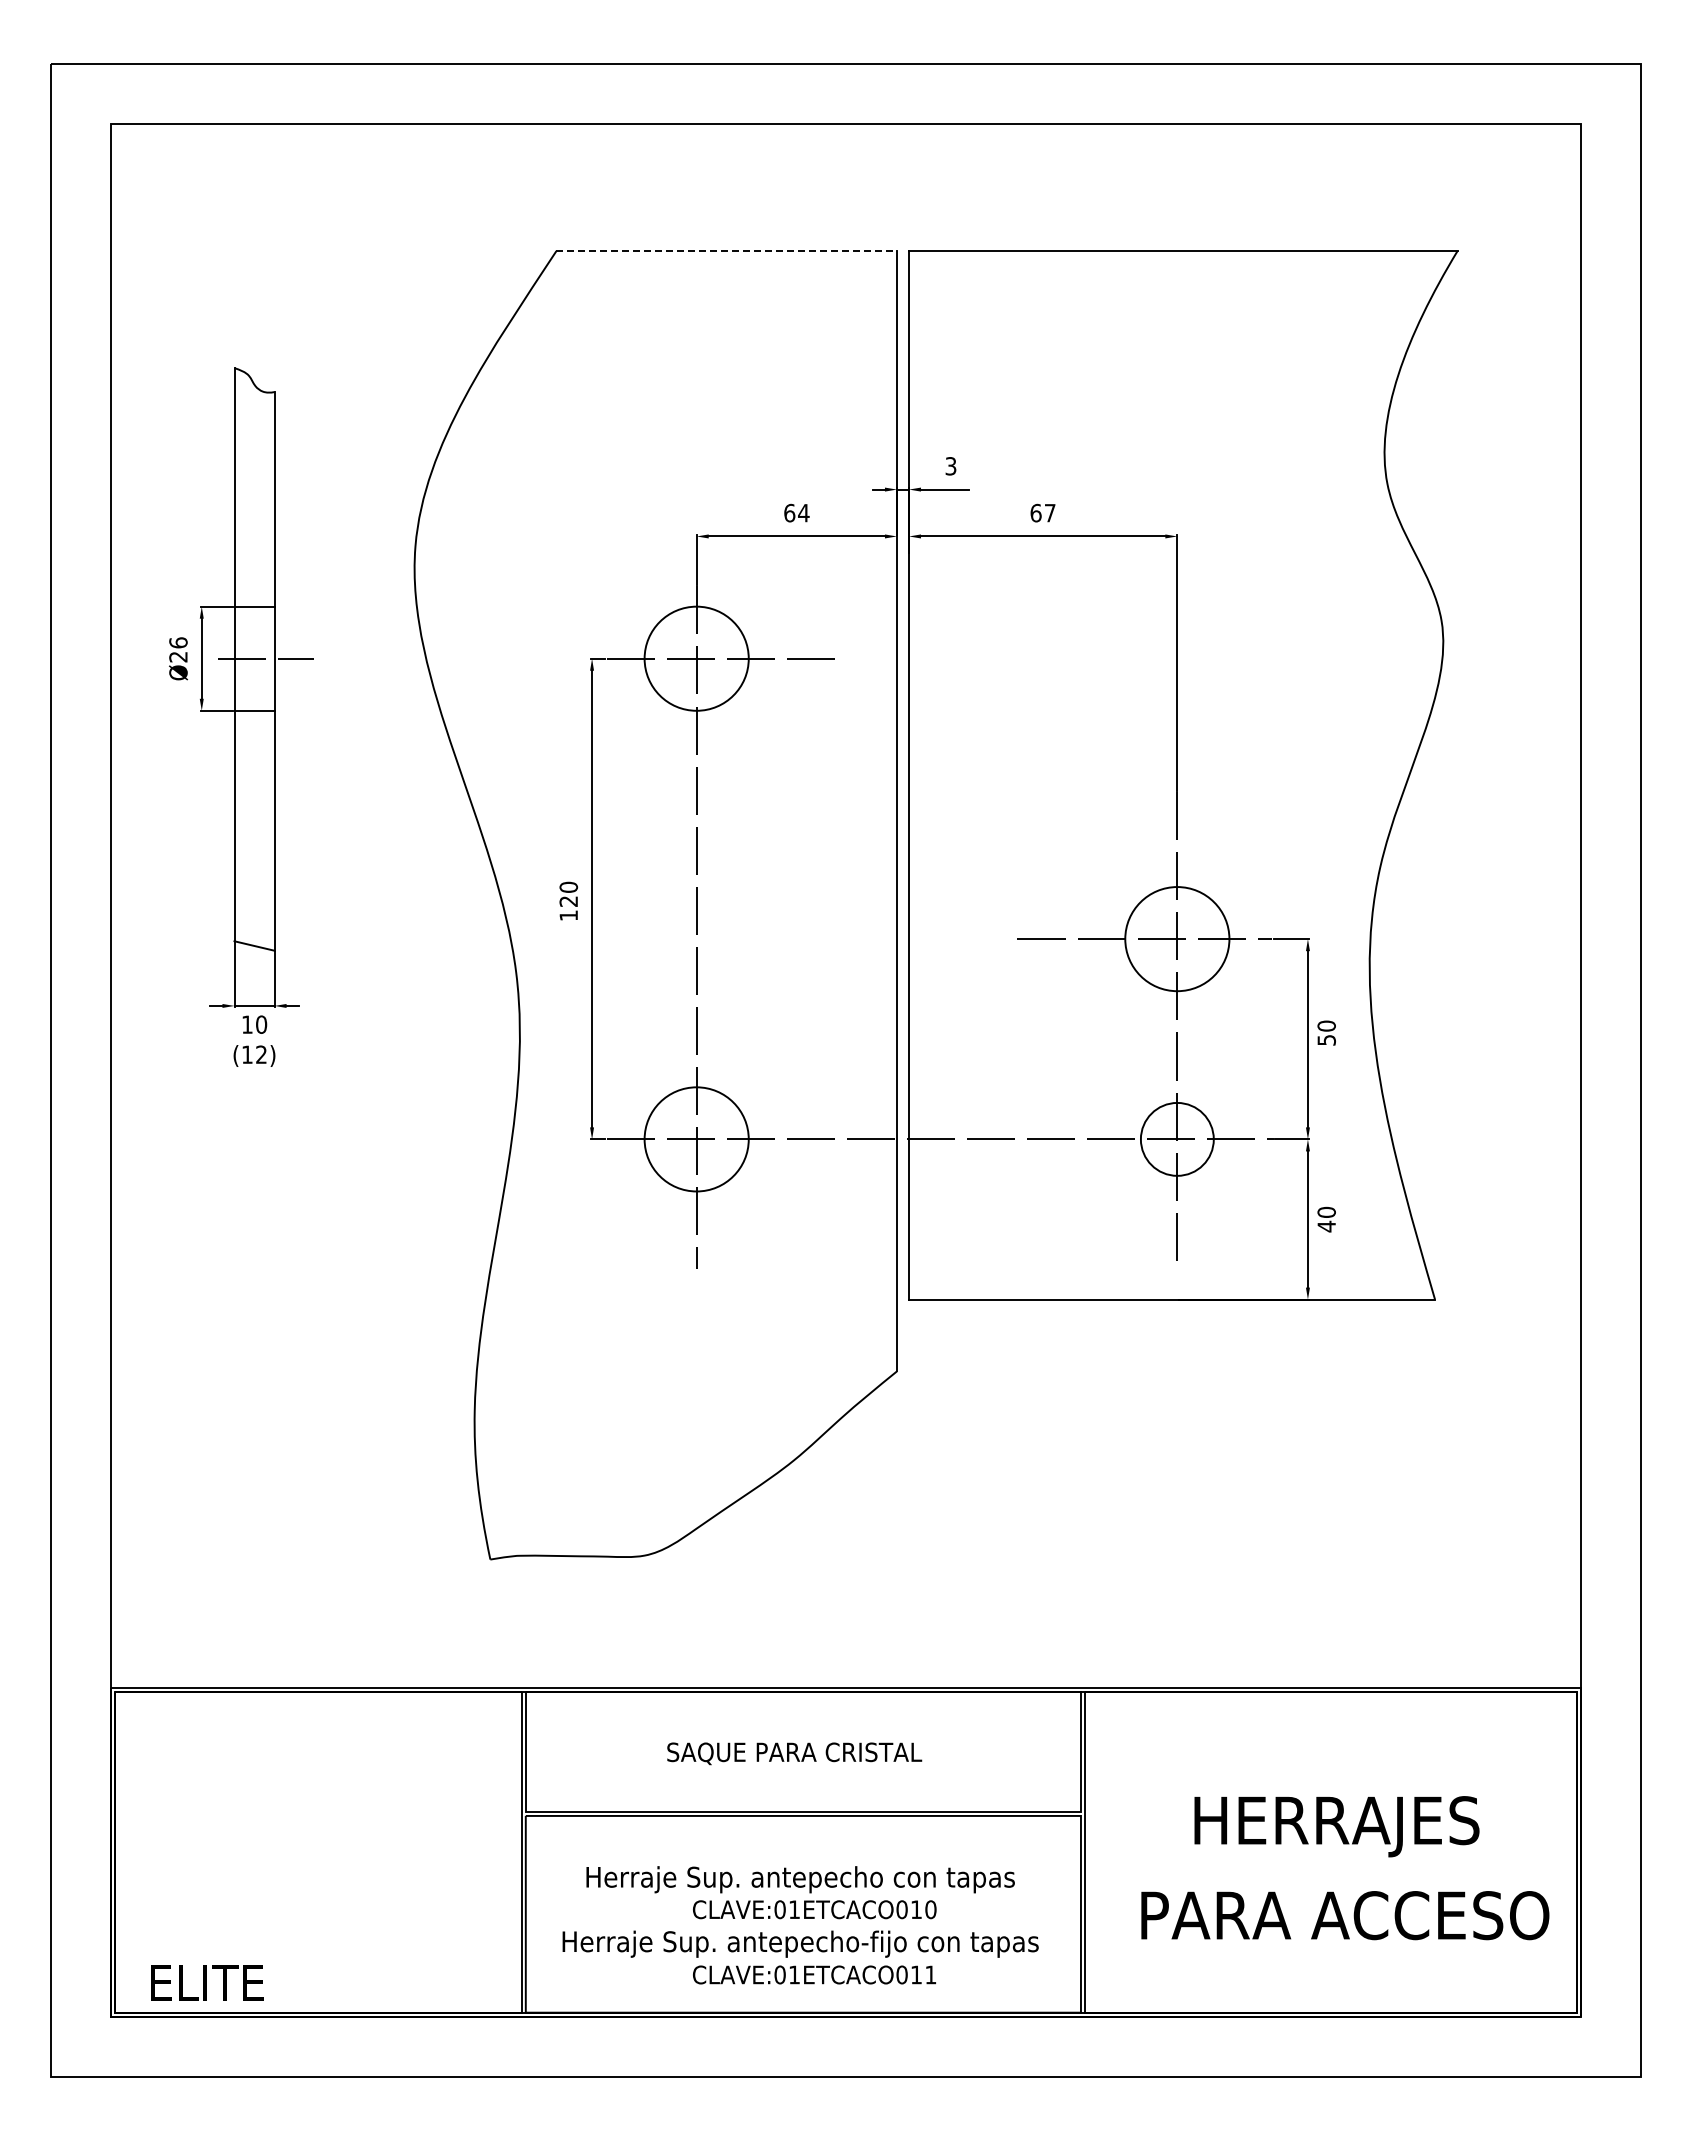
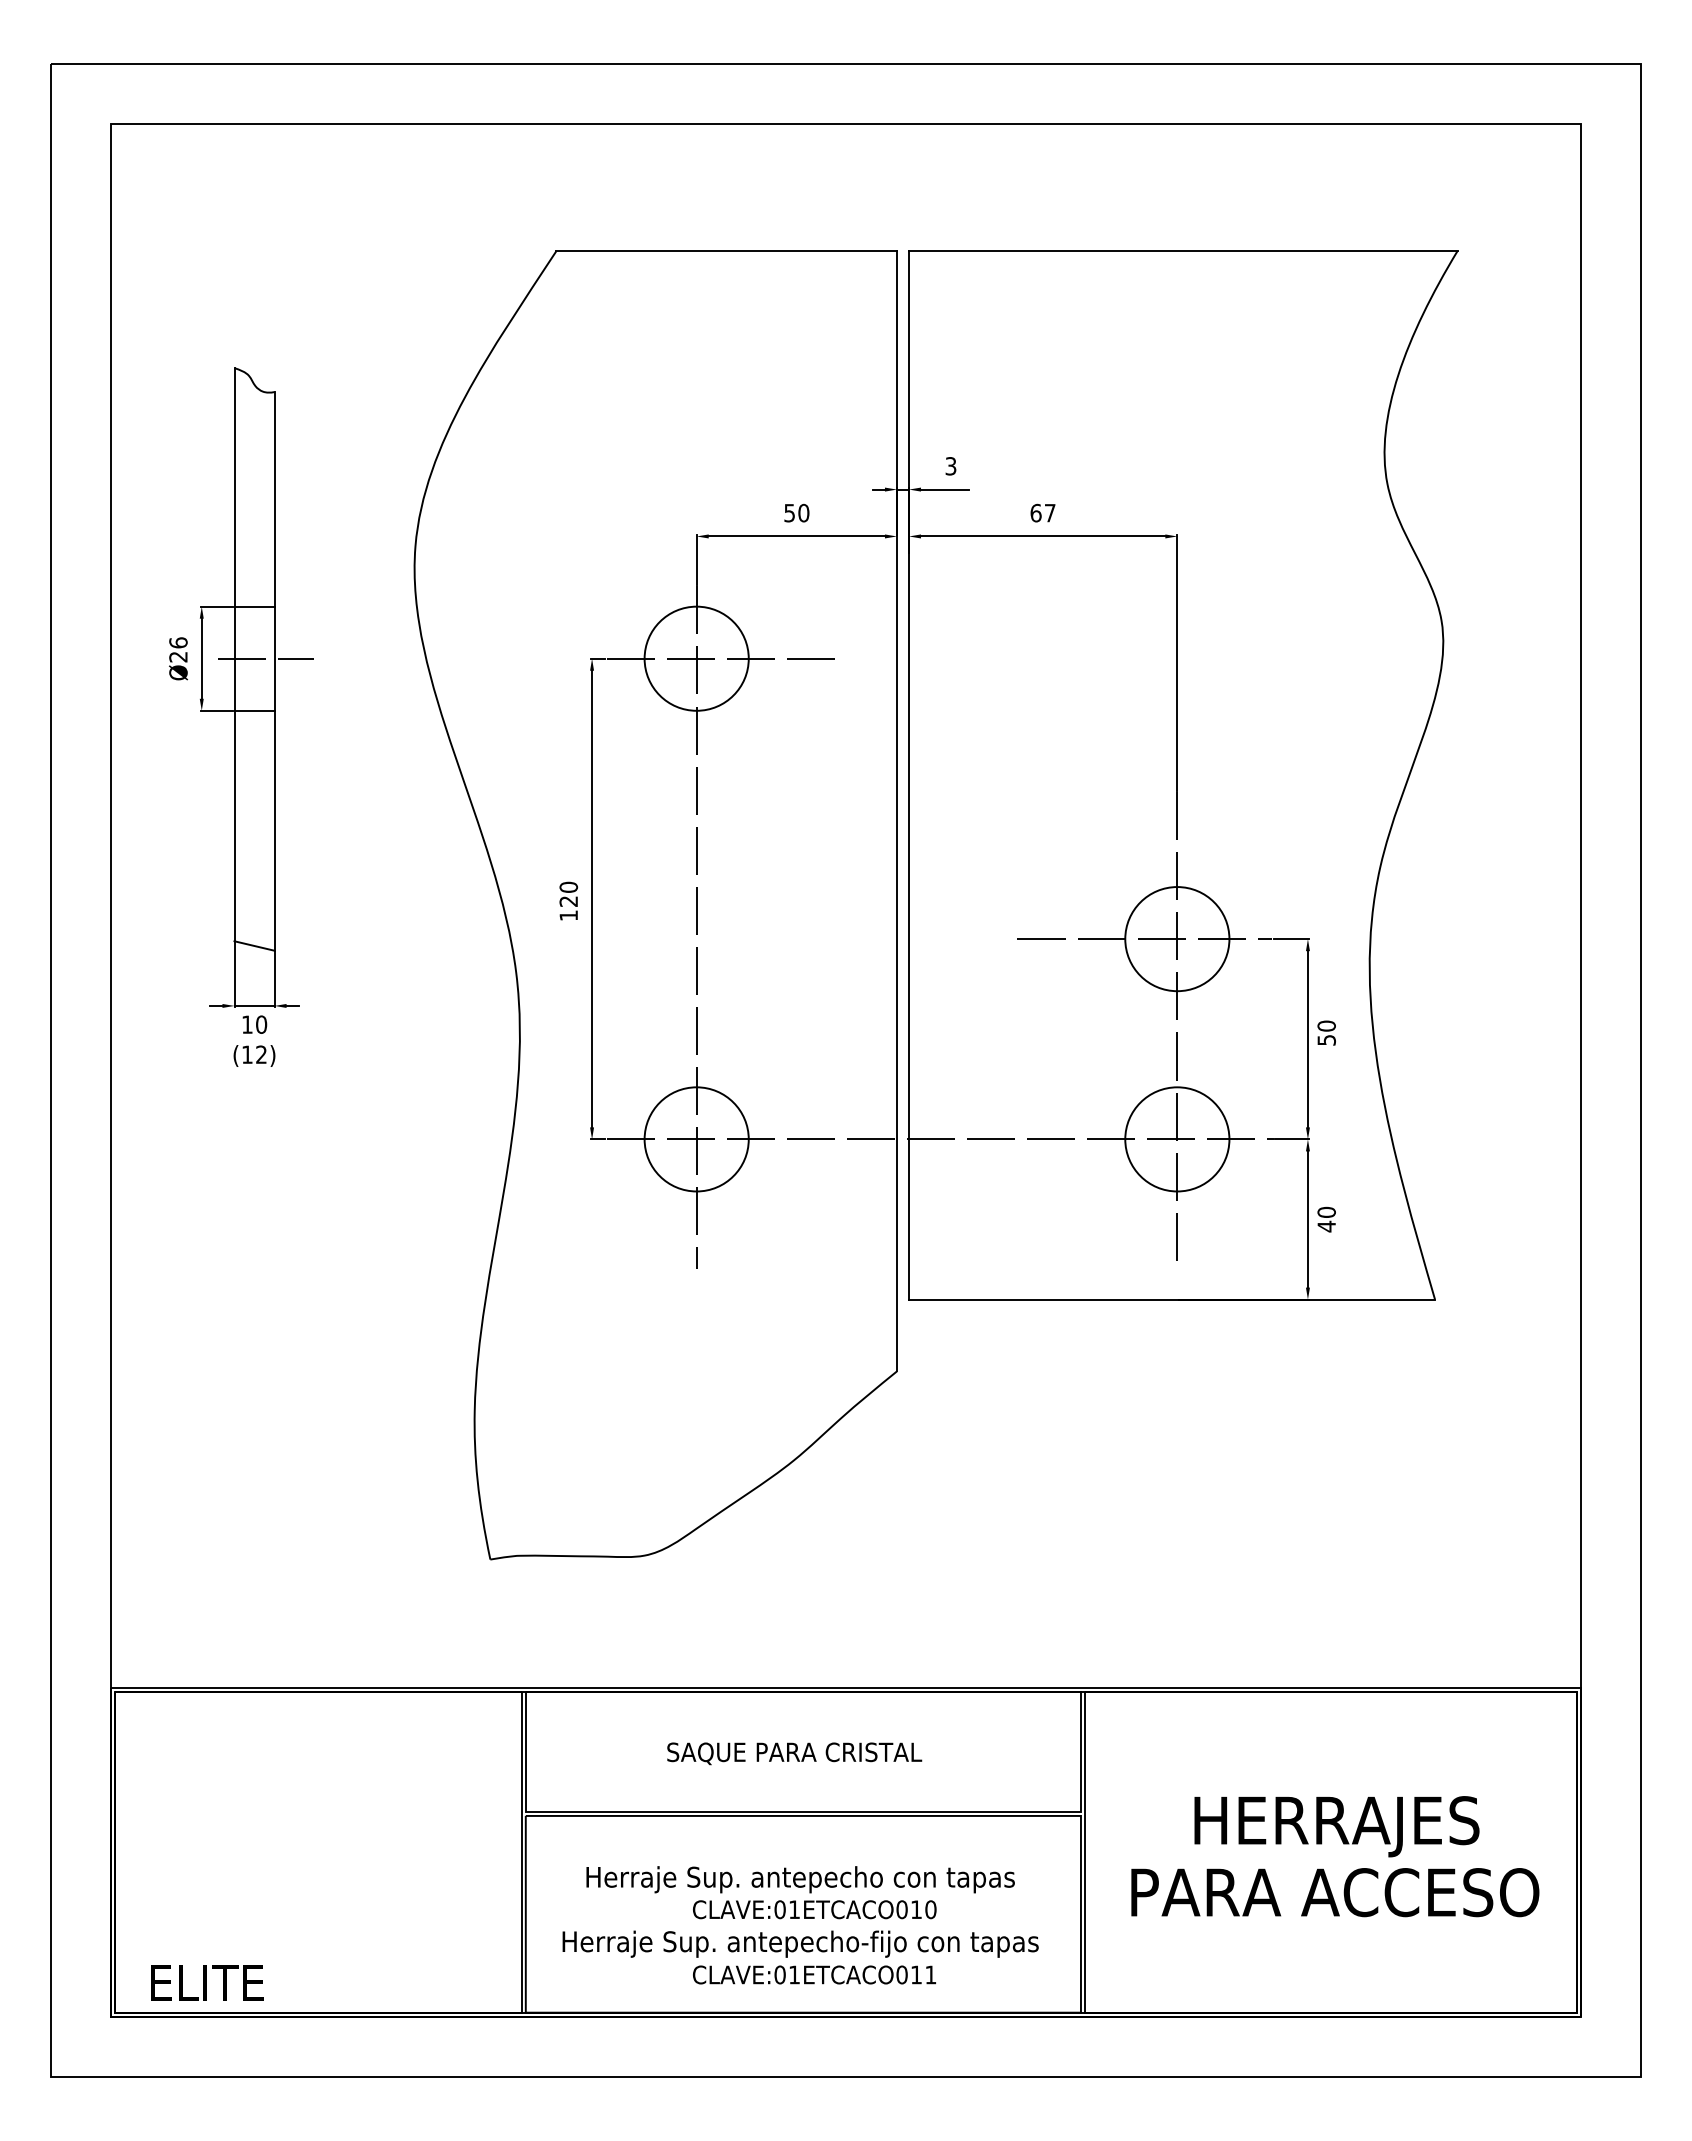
line at (727, 251): dashed -> solid
text at (796, 512): 64 -> 50
circle at (1176, 1138) diameter: 73 px -> 104 px
text at (1345, 1915) position: (1345, 1915) -> (1335, 1892)
